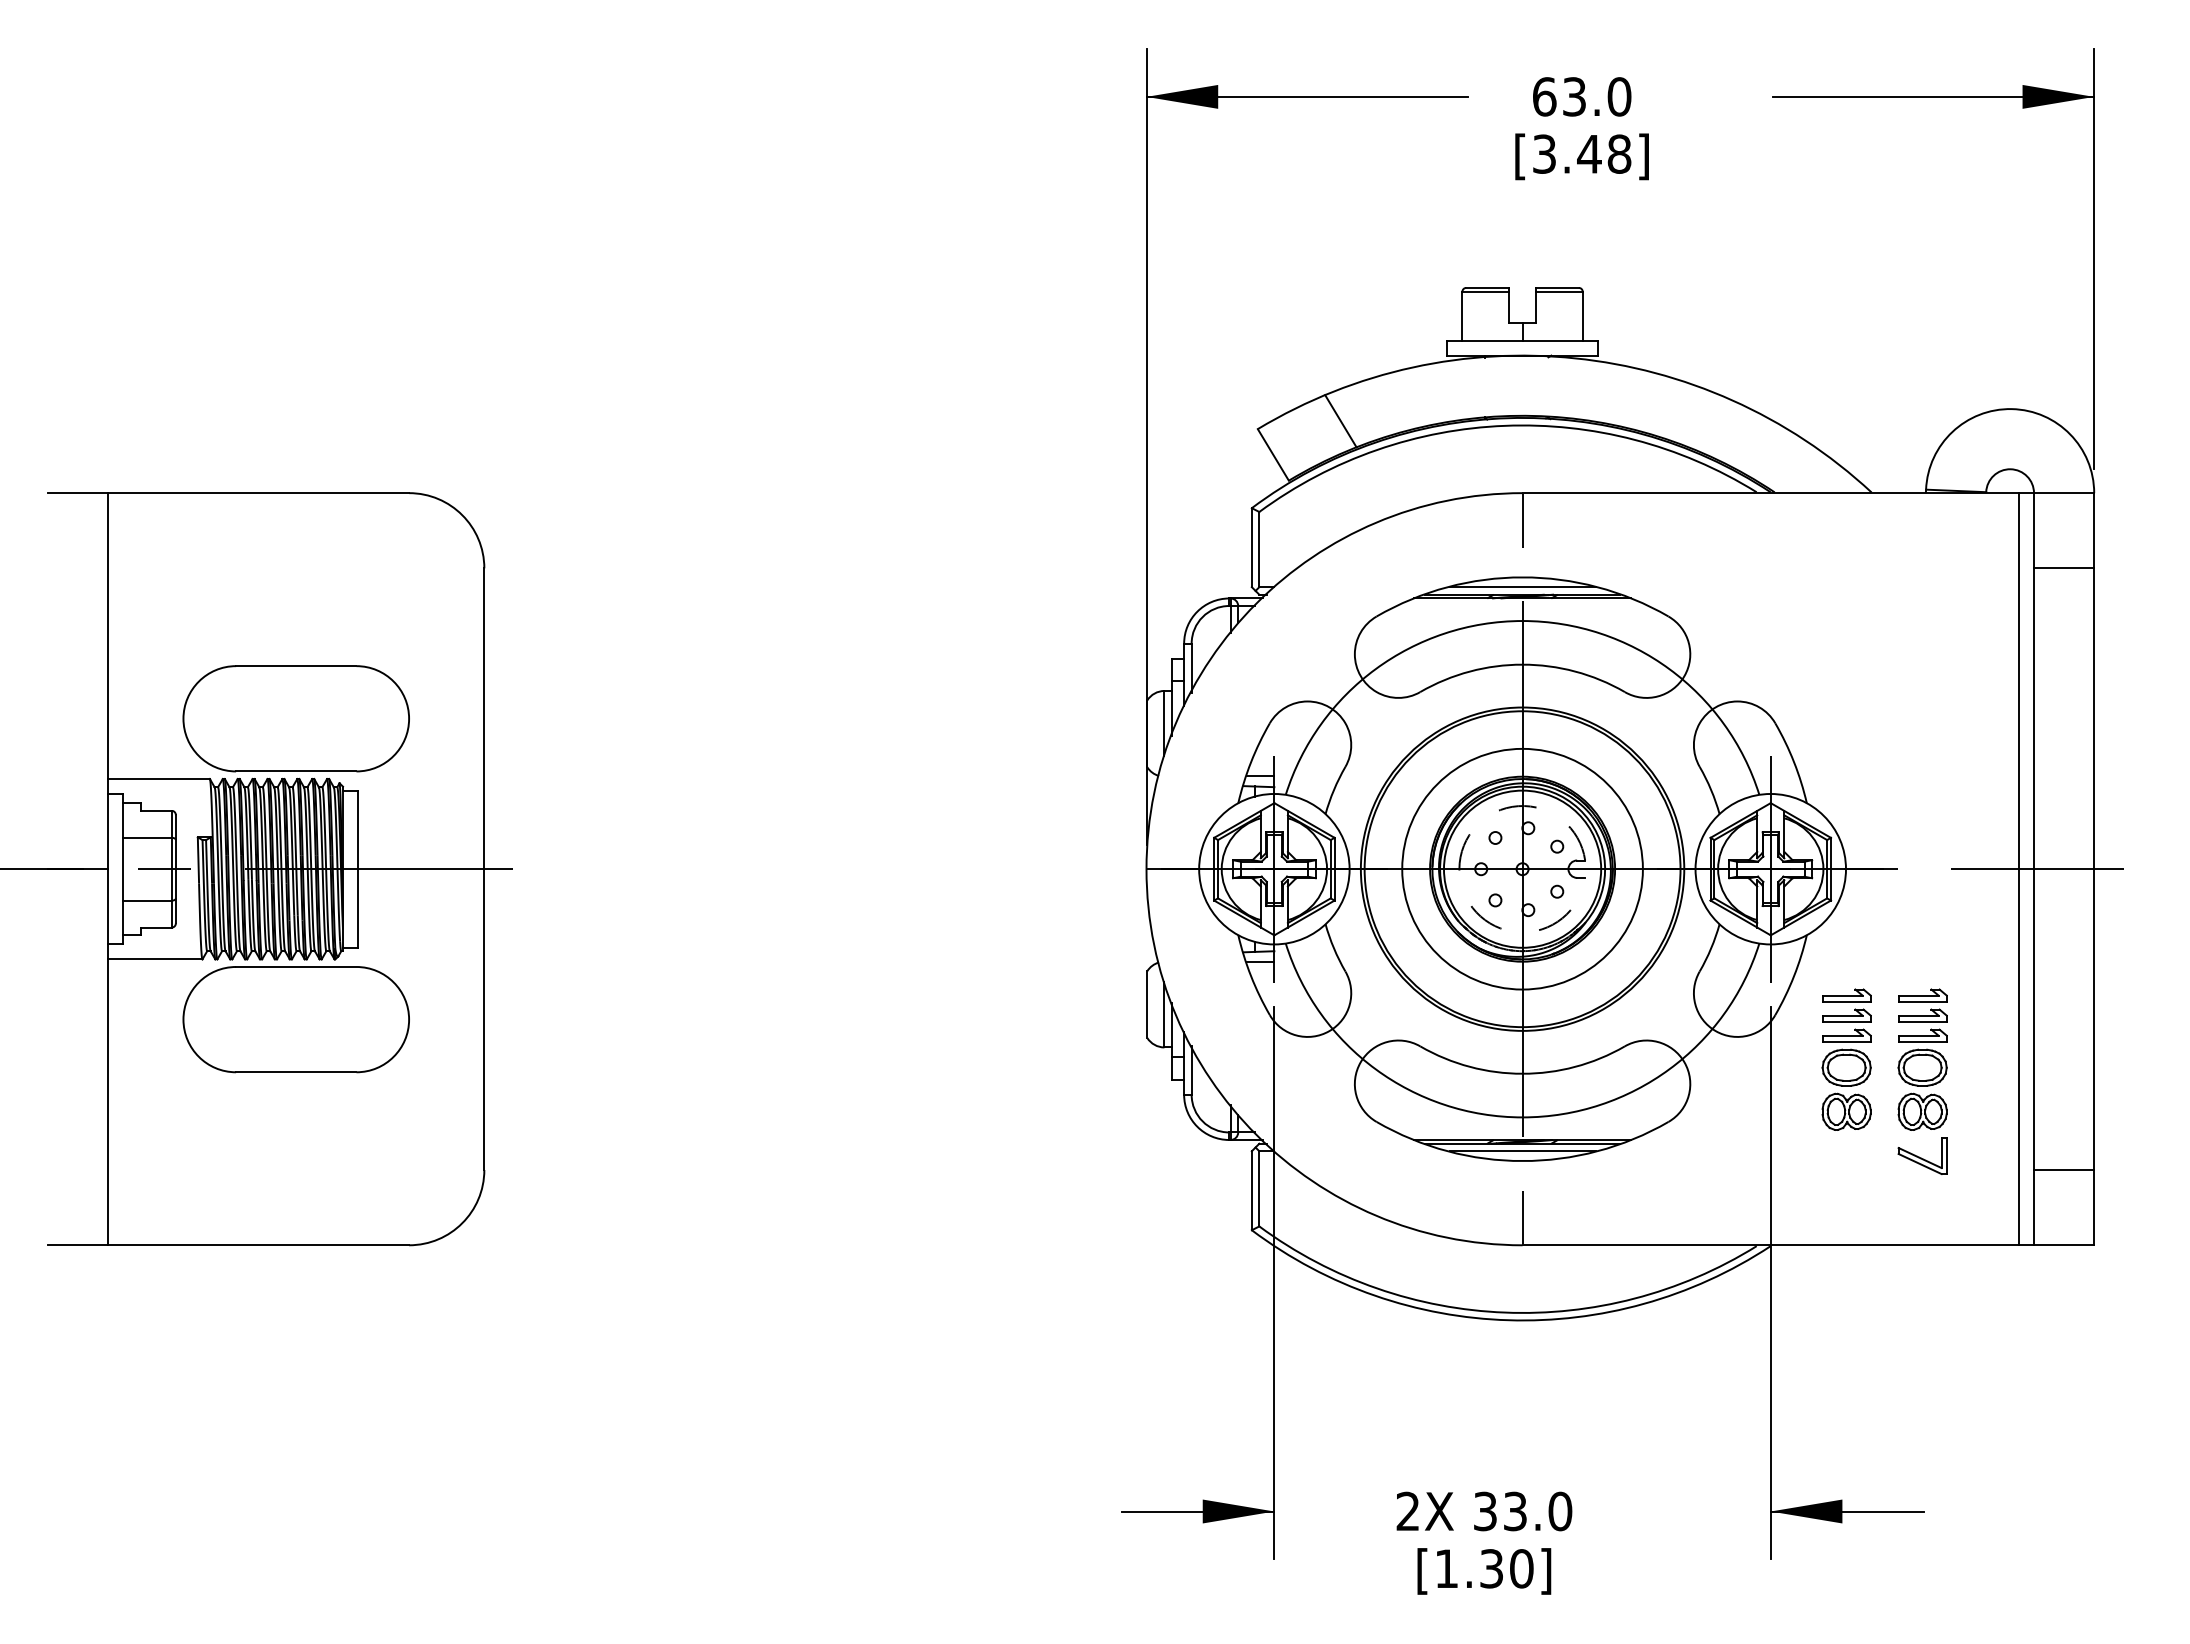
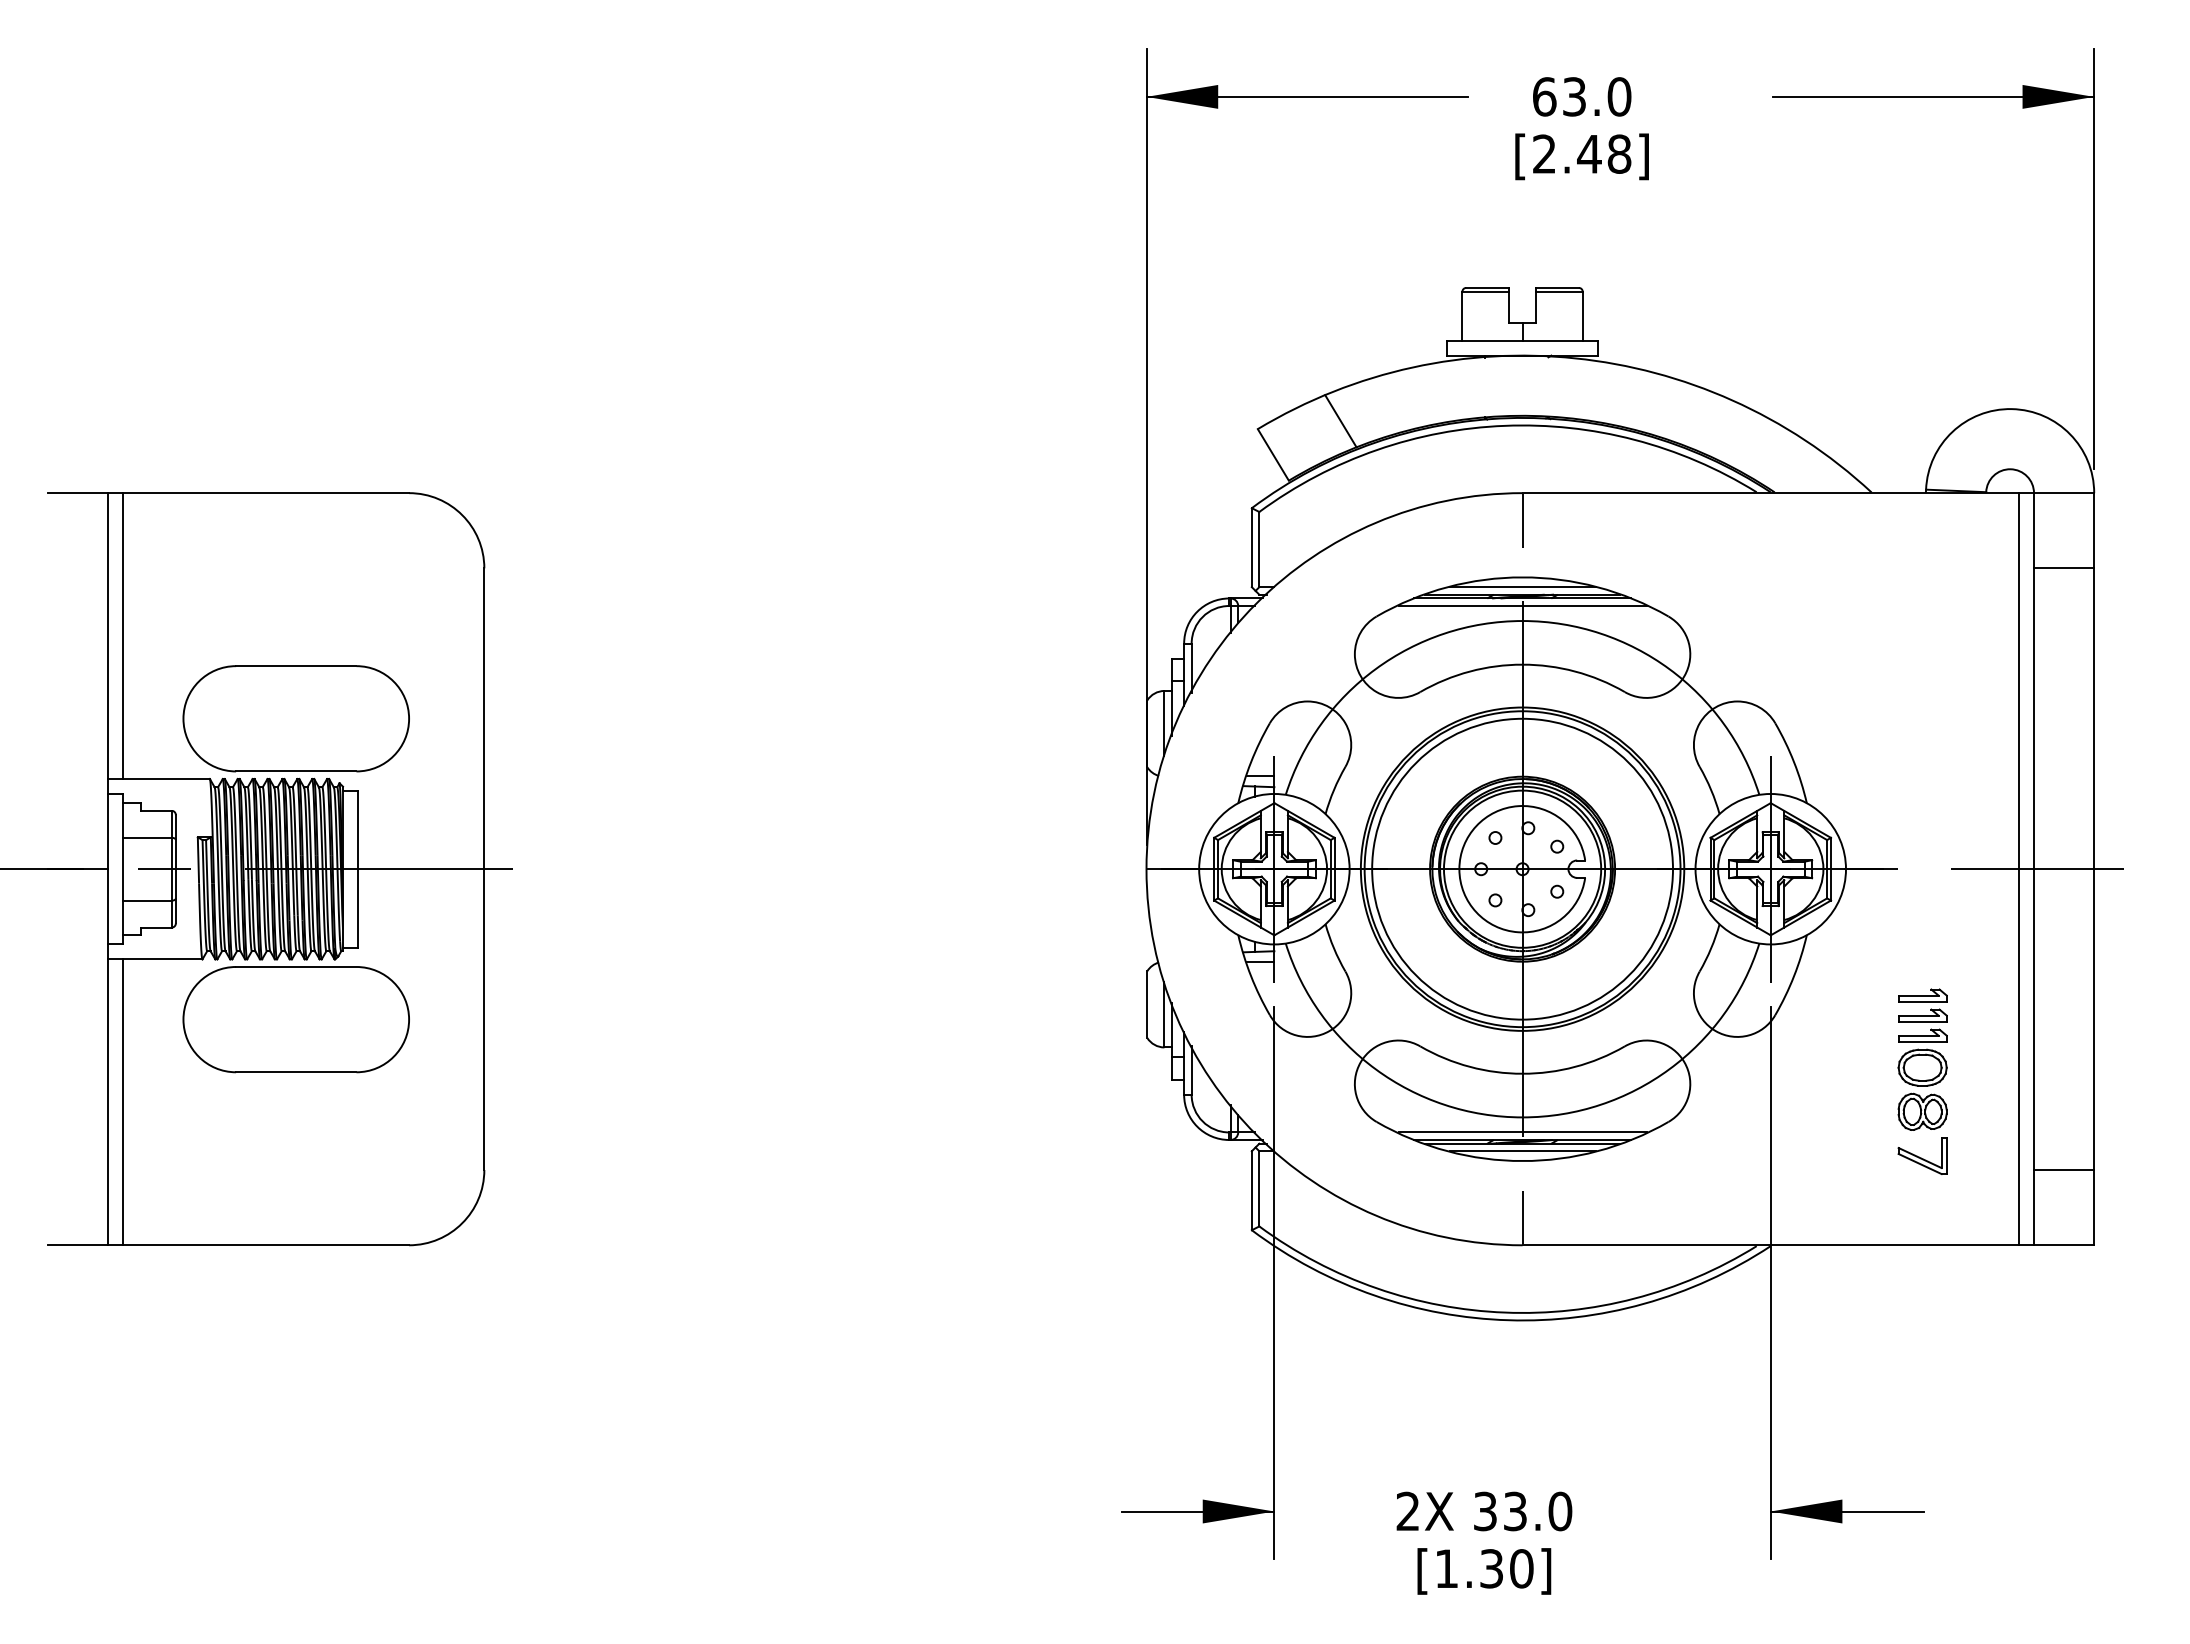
text at (1544, 153): [3.48] -> [2.48]
line at (1522, 606): none -> present
line at (123, 636): none -> present
circle at (1522, 868) diameter: 241 px -> 301 px
arc at (1459, 869): dashed -> solid
part at (1846, 1059): present -> none
line at (123, 1102): none -> present
line at (1522, 1132): none -> present
